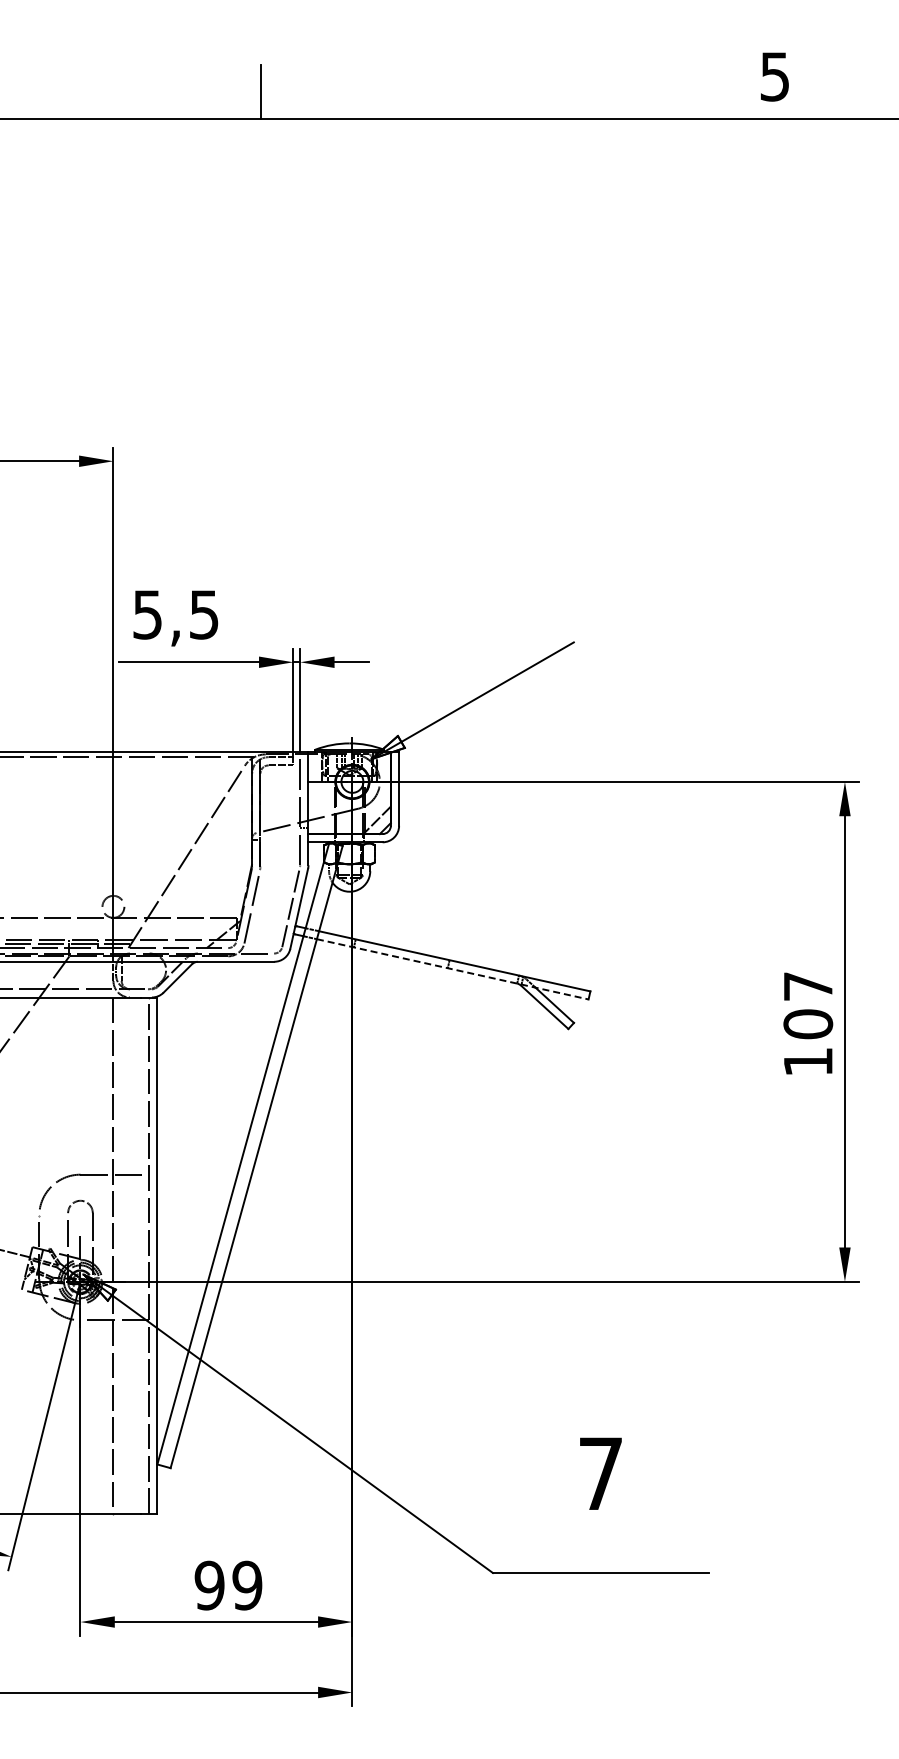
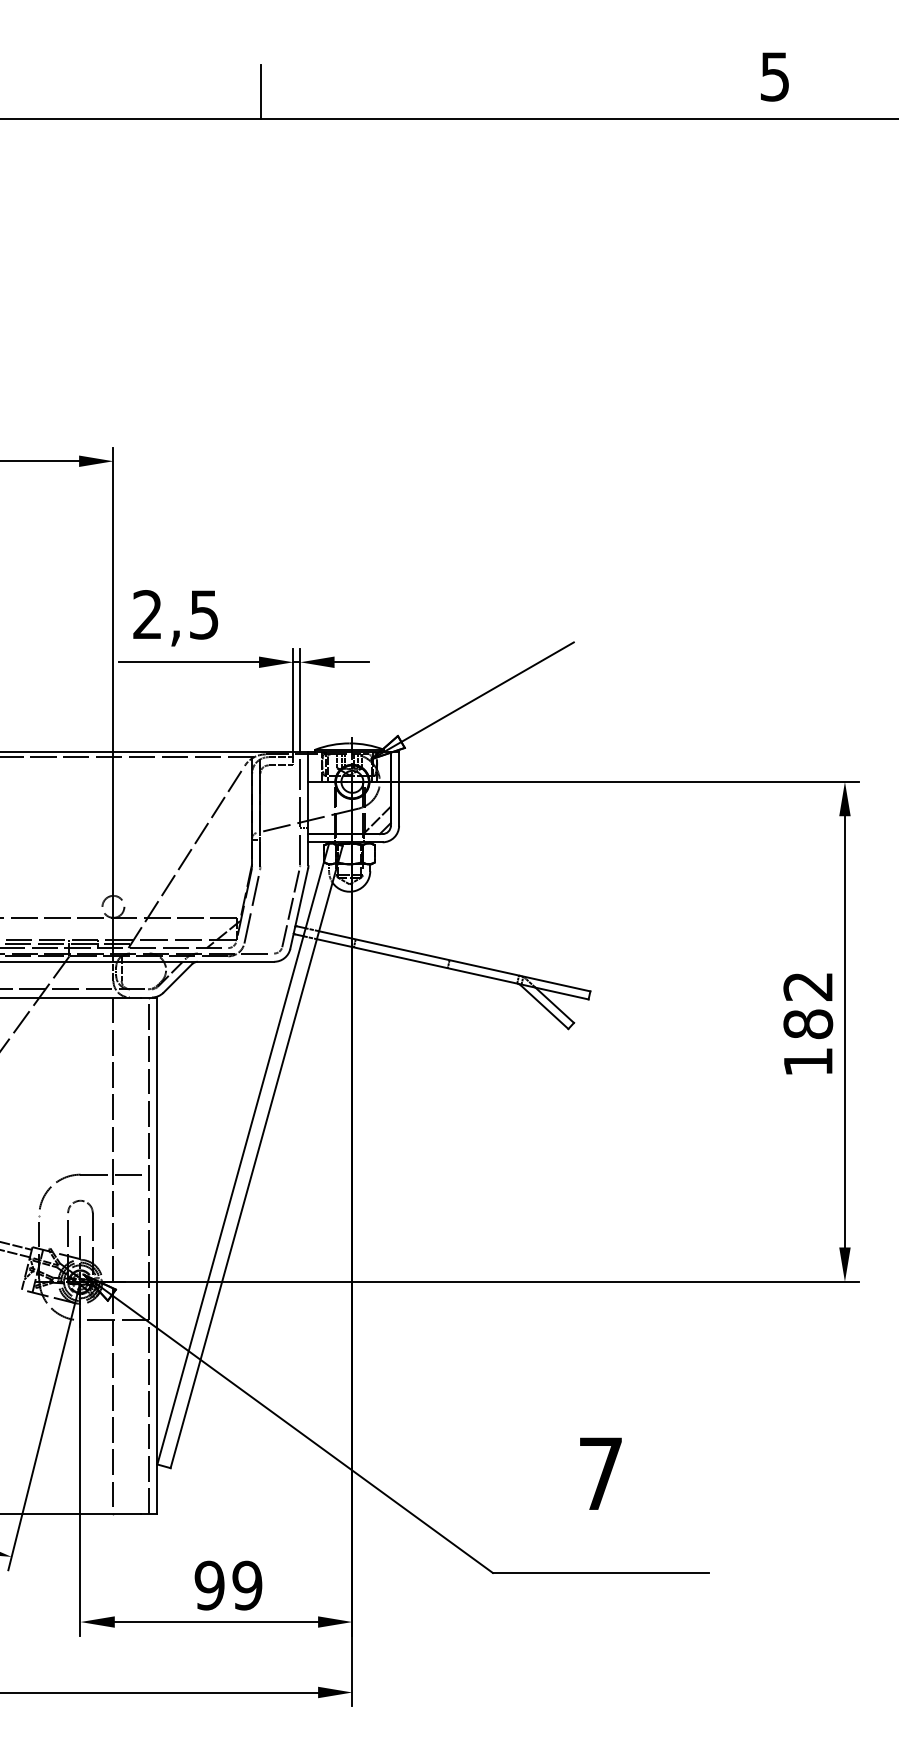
text at (147, 614): 5,5 -> 2,5
line at (453, 969): dashed -> solid
text at (807, 1005): 107 -> 182
line at (16, 1245): none -> present
